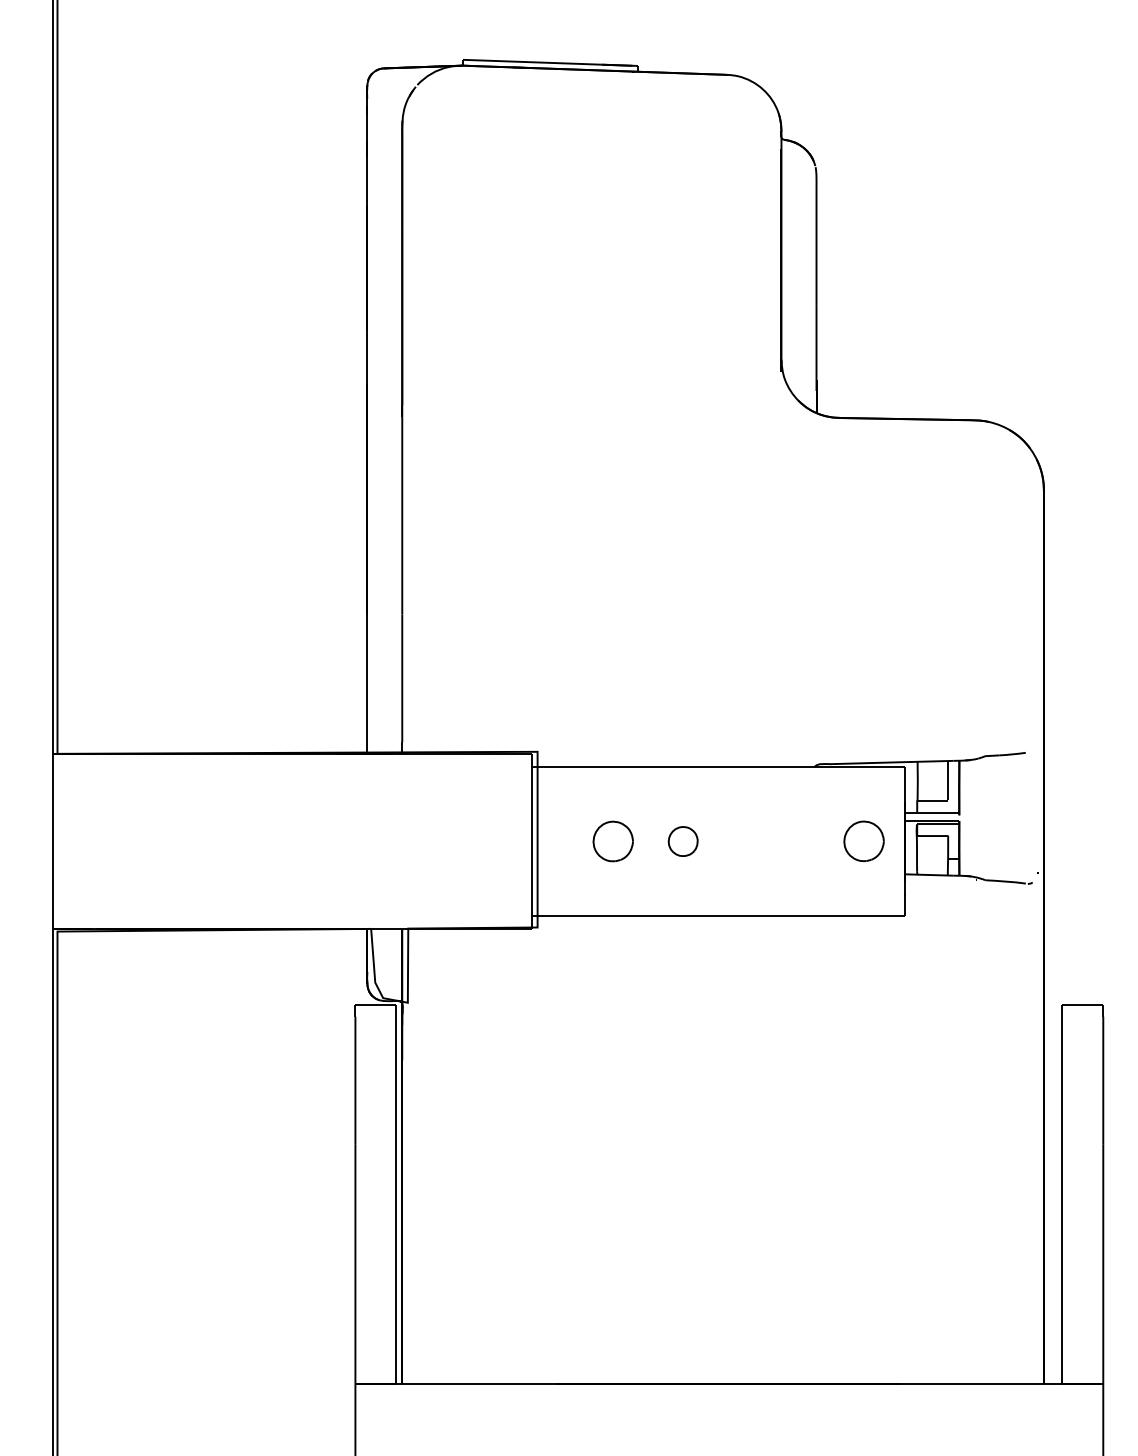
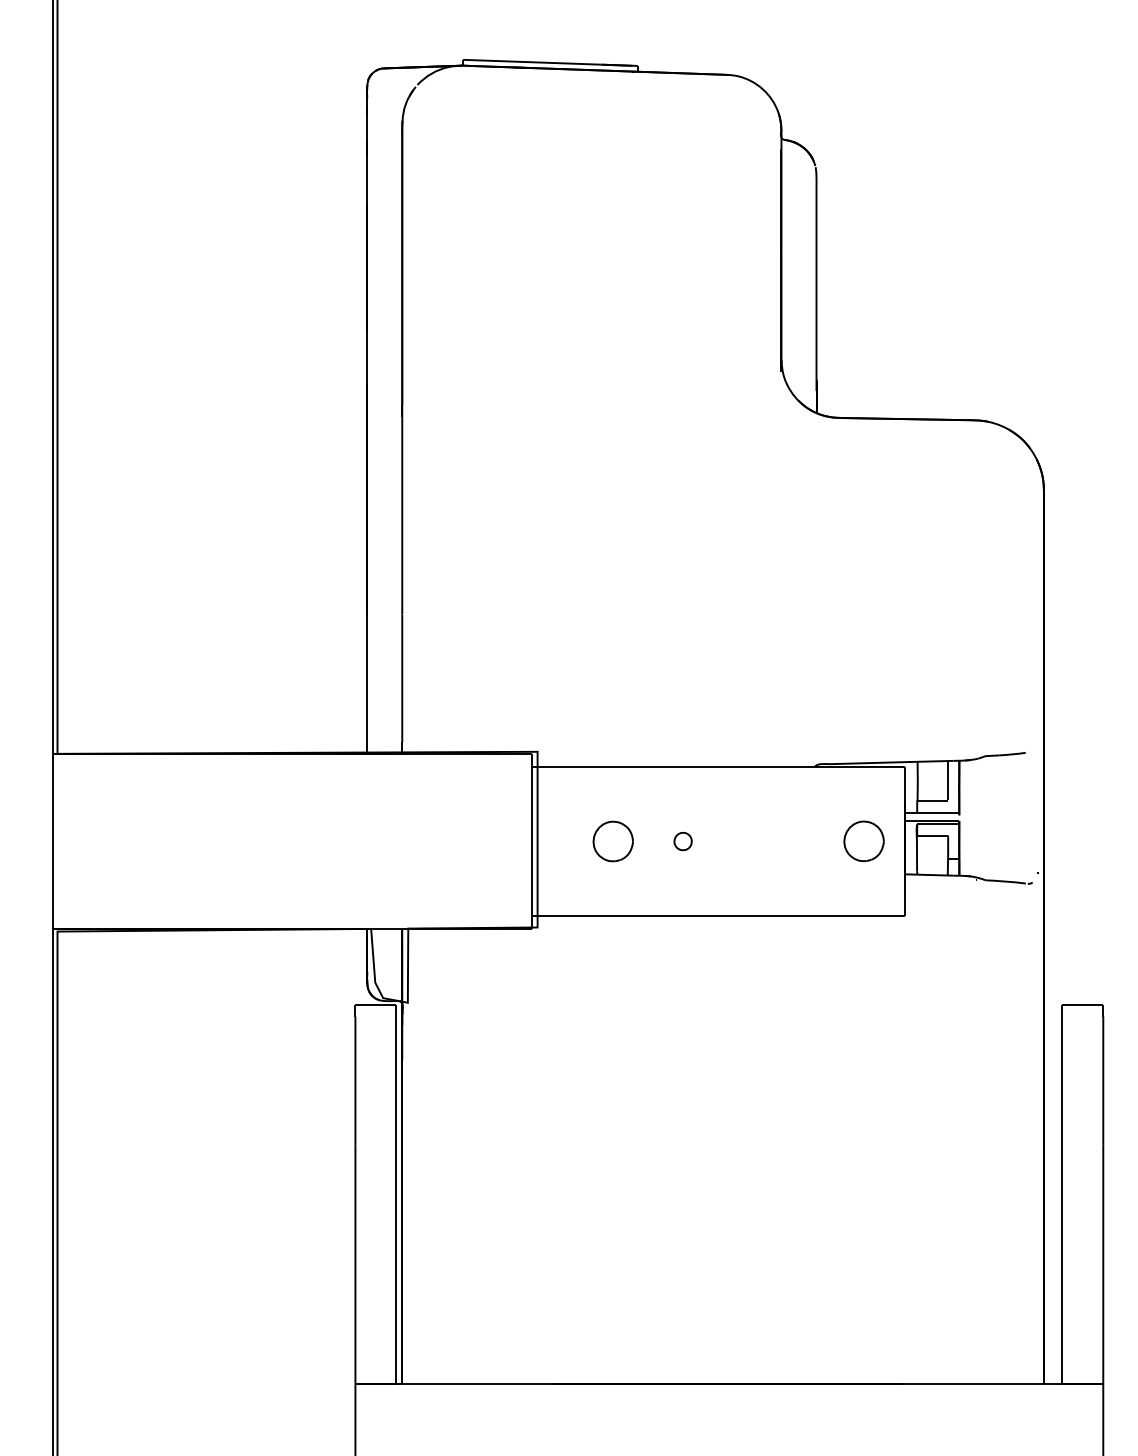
part at (682, 841) size: 32x31 px -> 20x21 px
